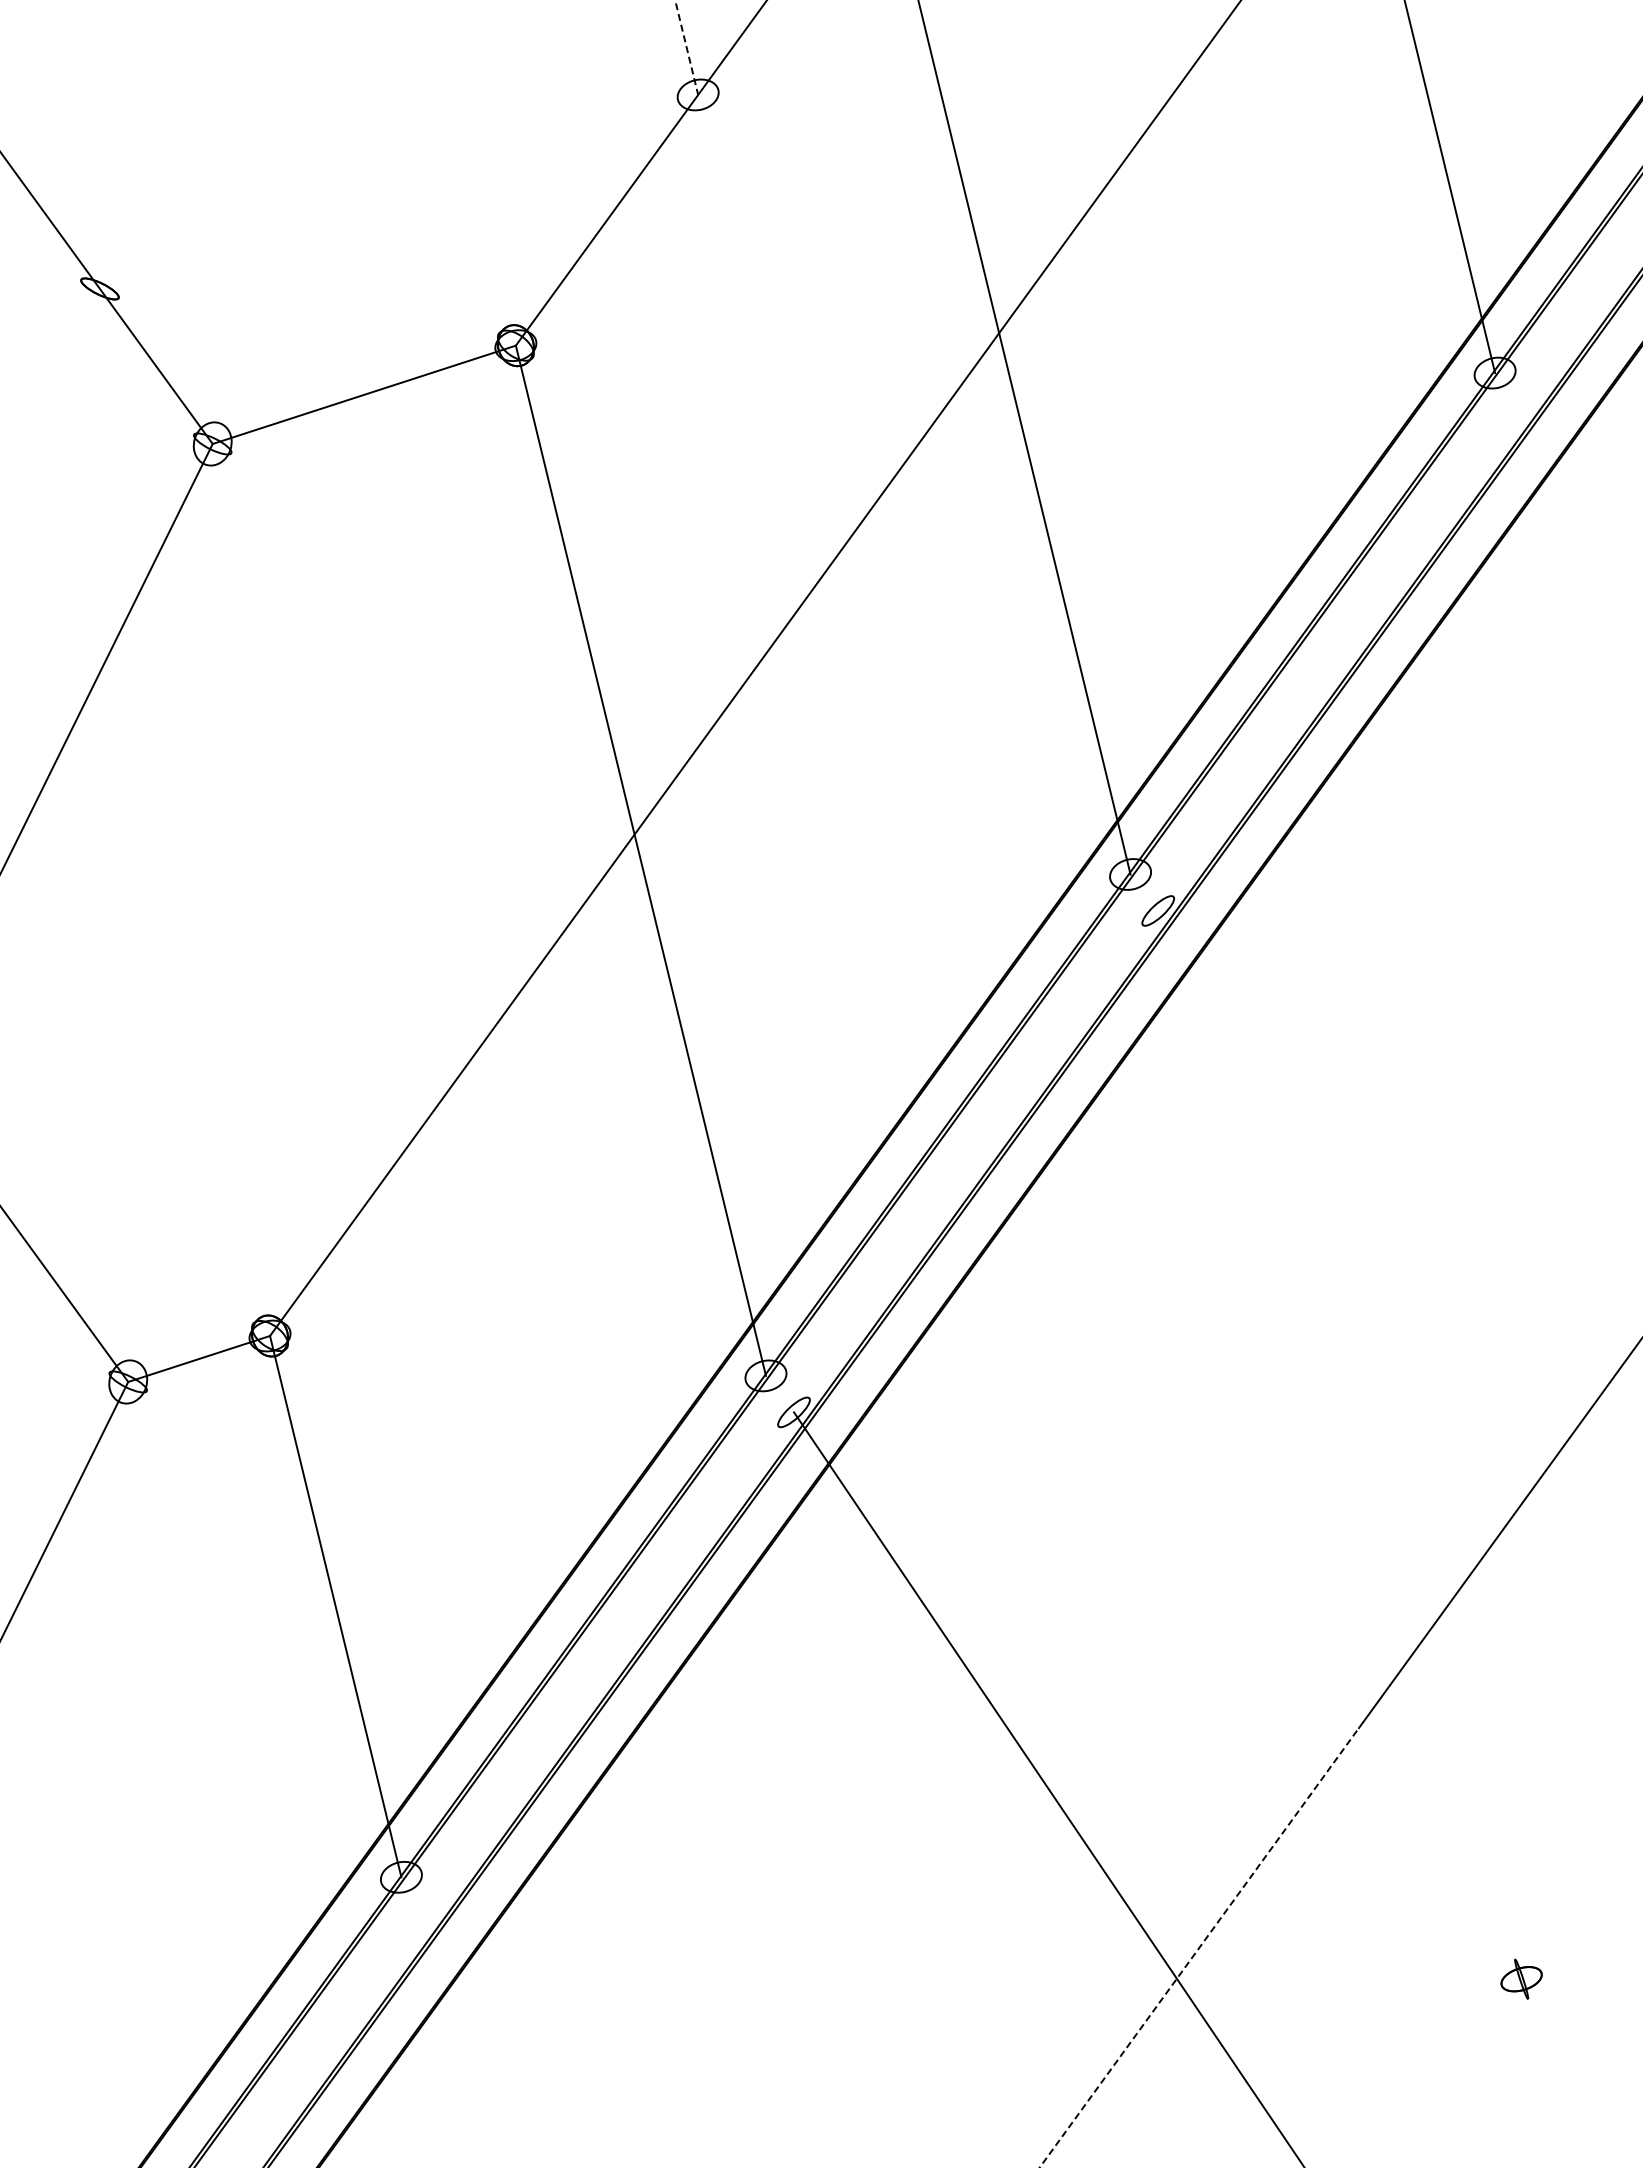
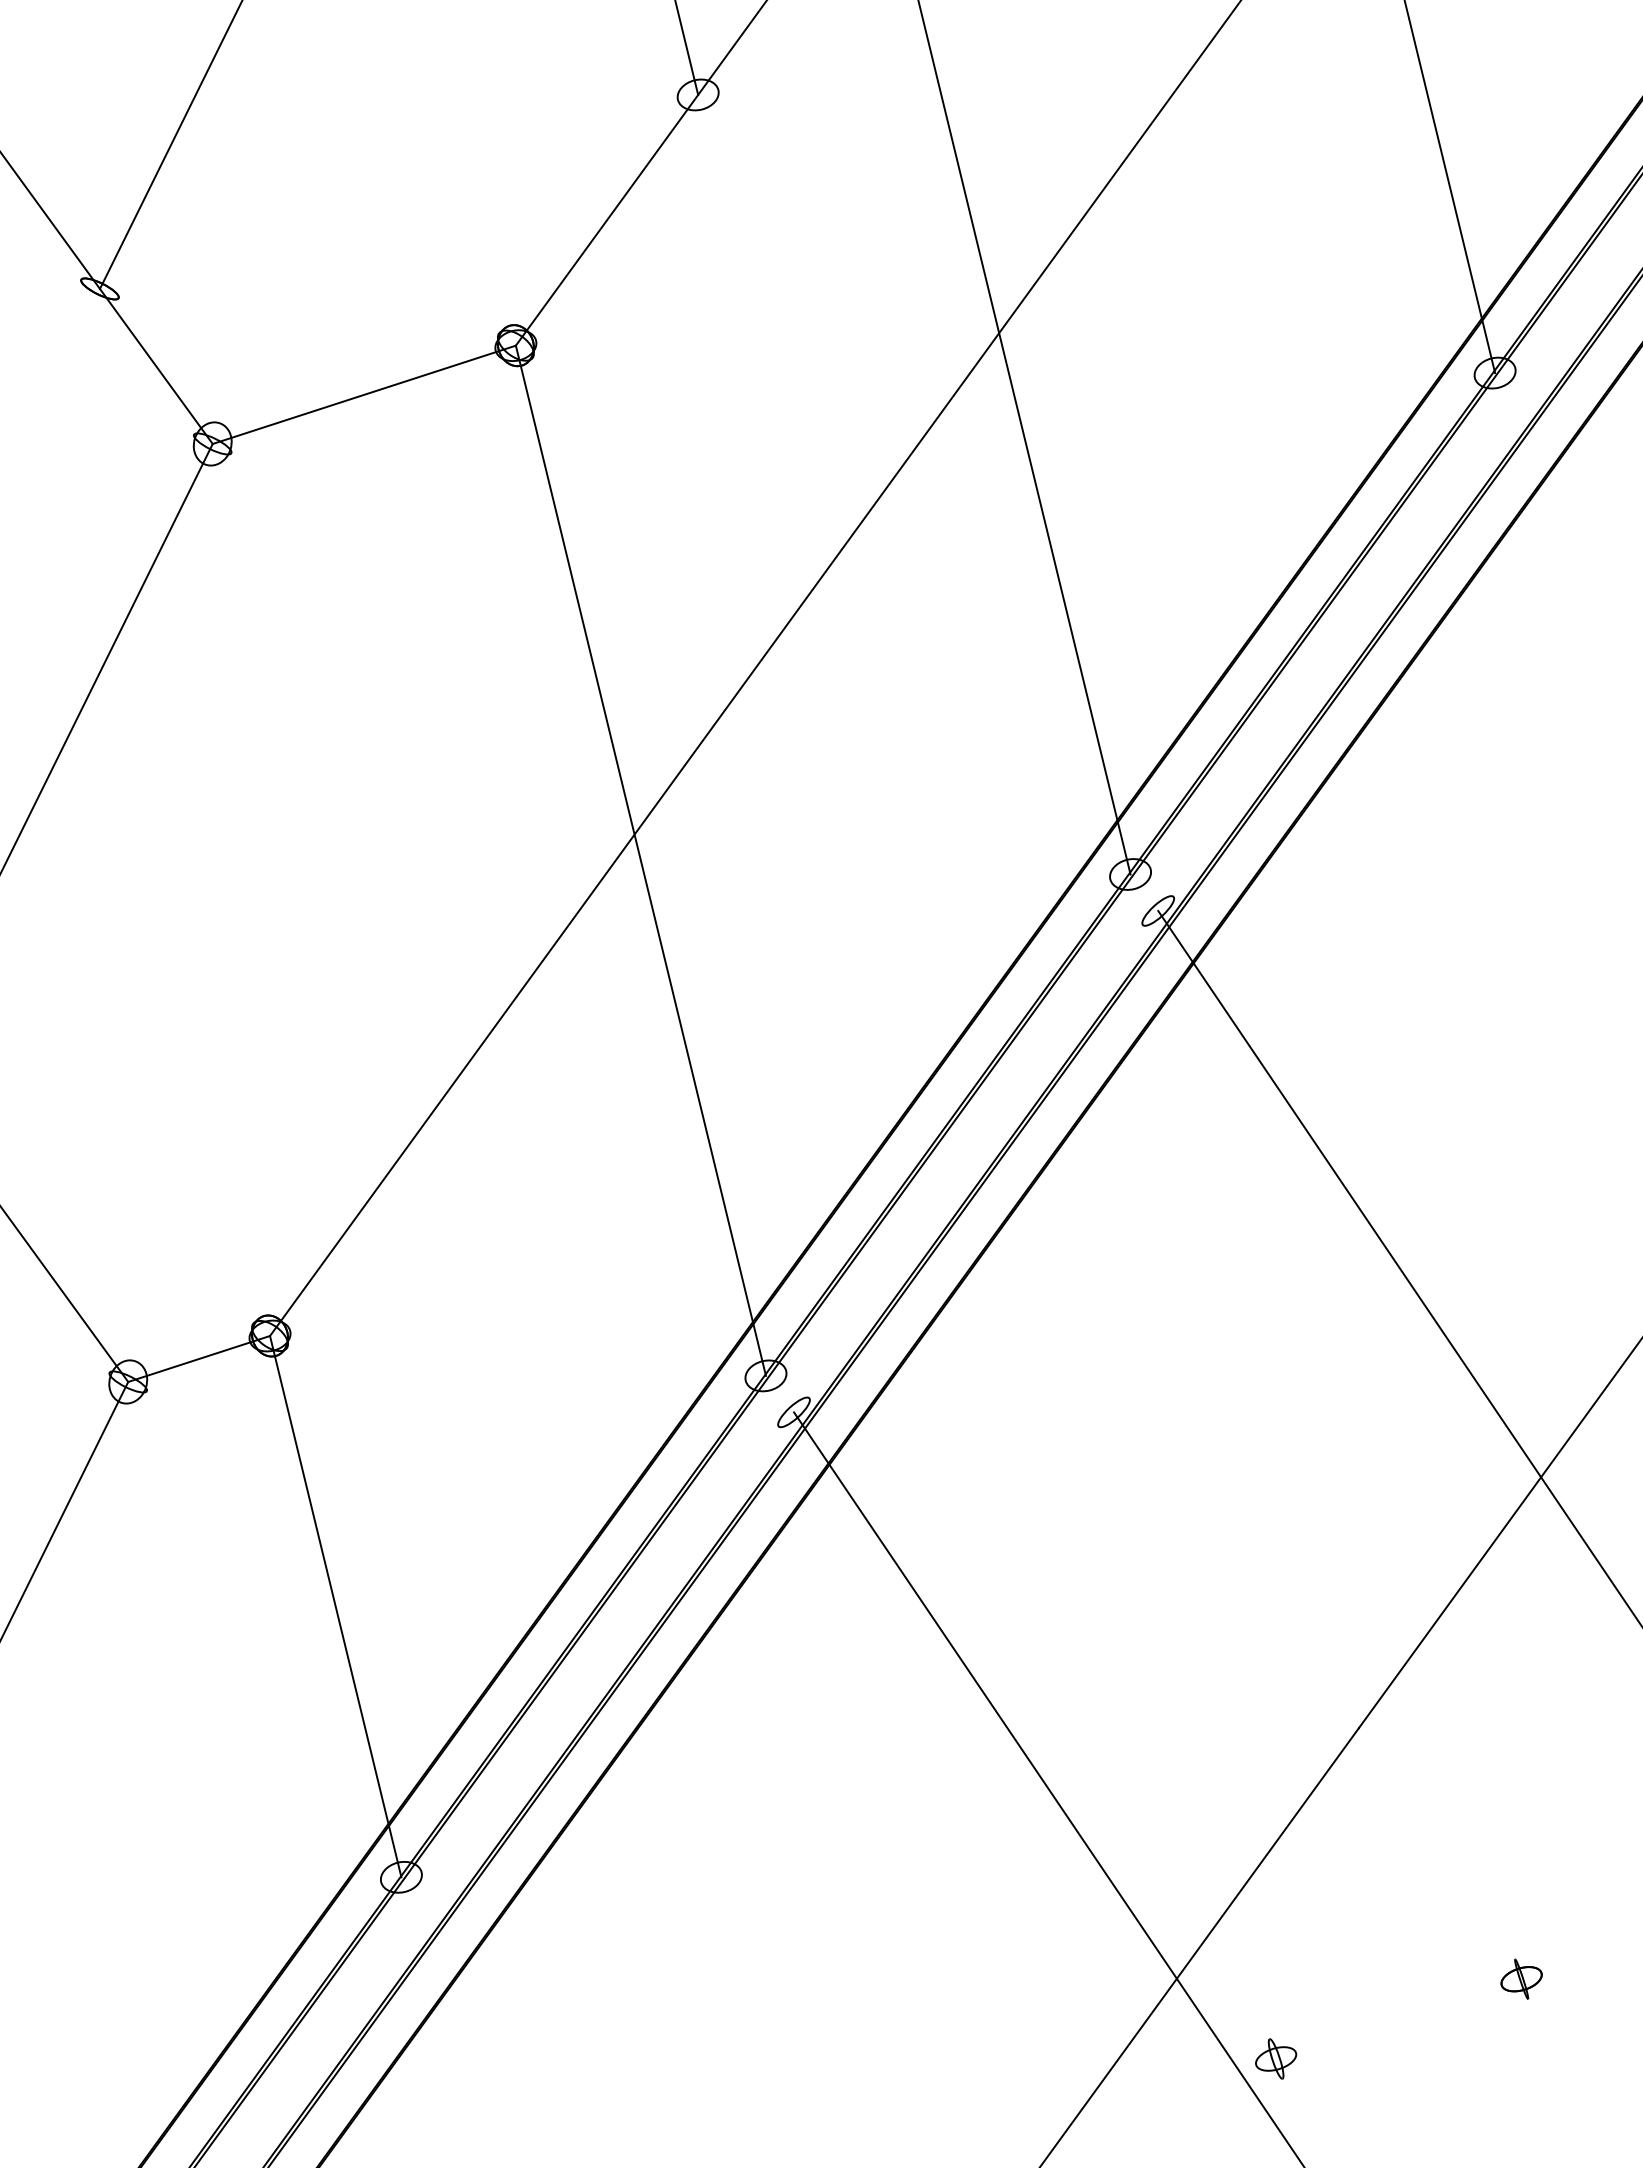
line at (686, 48): dashed -> solid
line at (170, 145): none -> present
line at (1398, 1266): none -> present
line at (1199, 1947): dashed -> solid
part at (1276, 2058): none -> present
